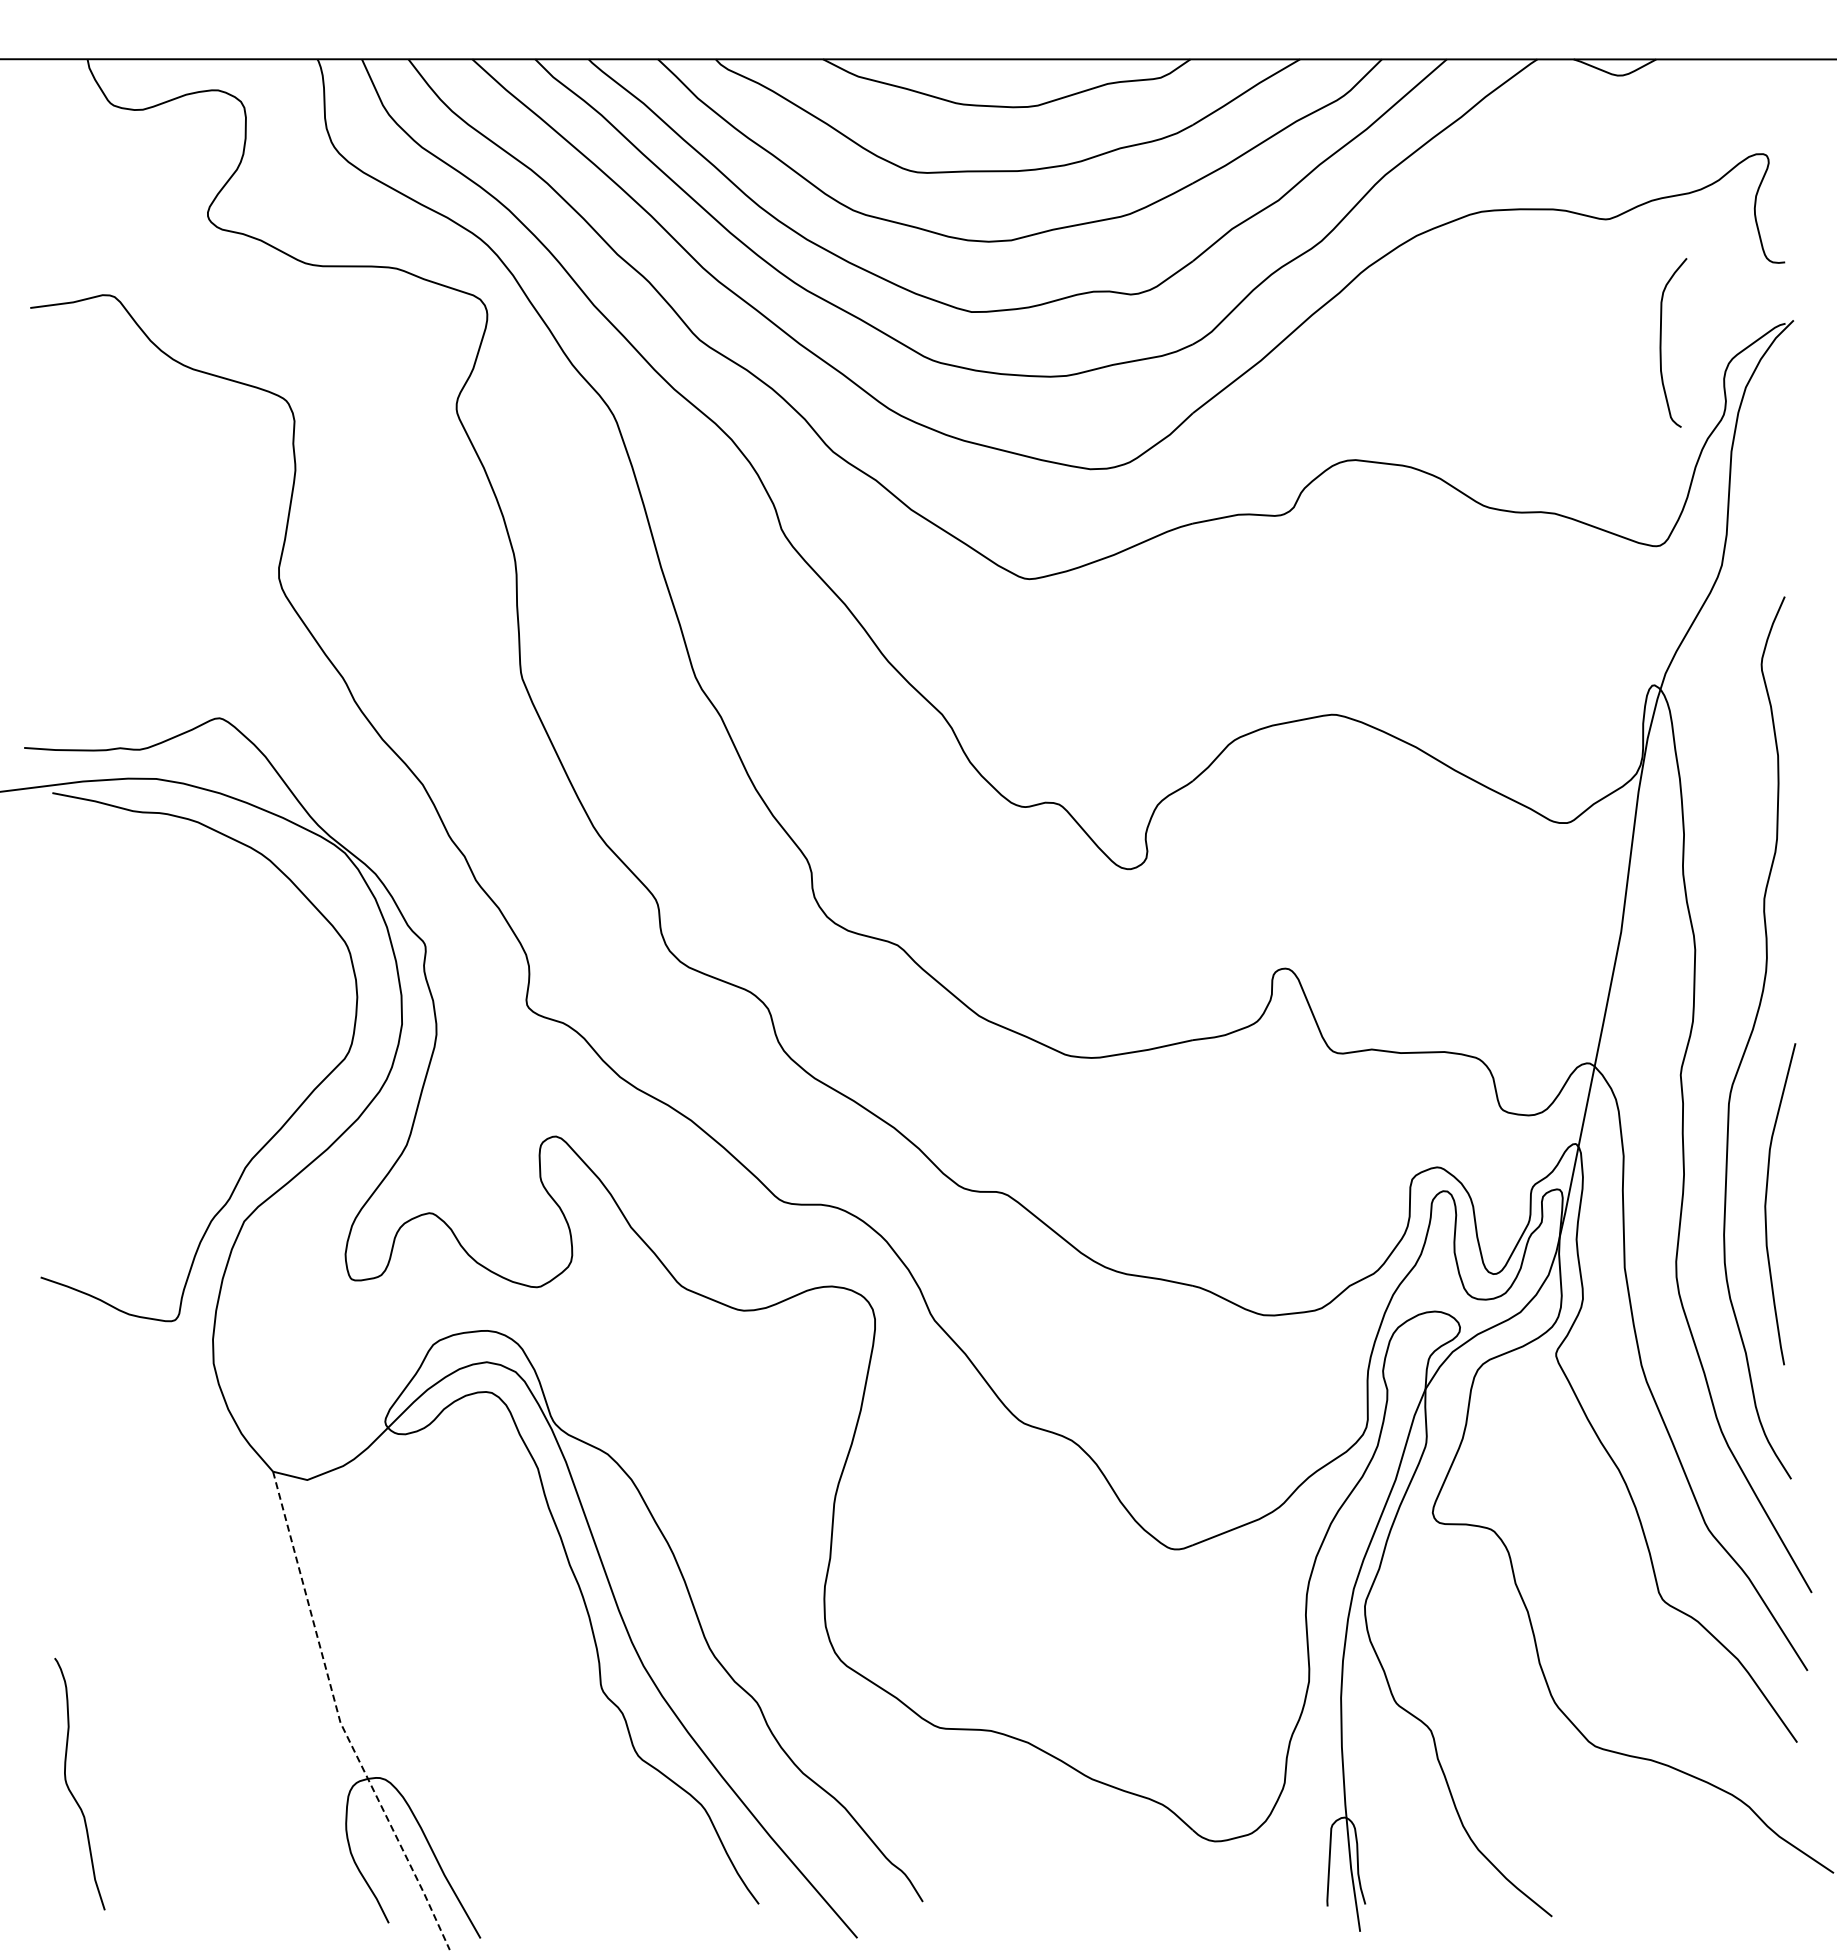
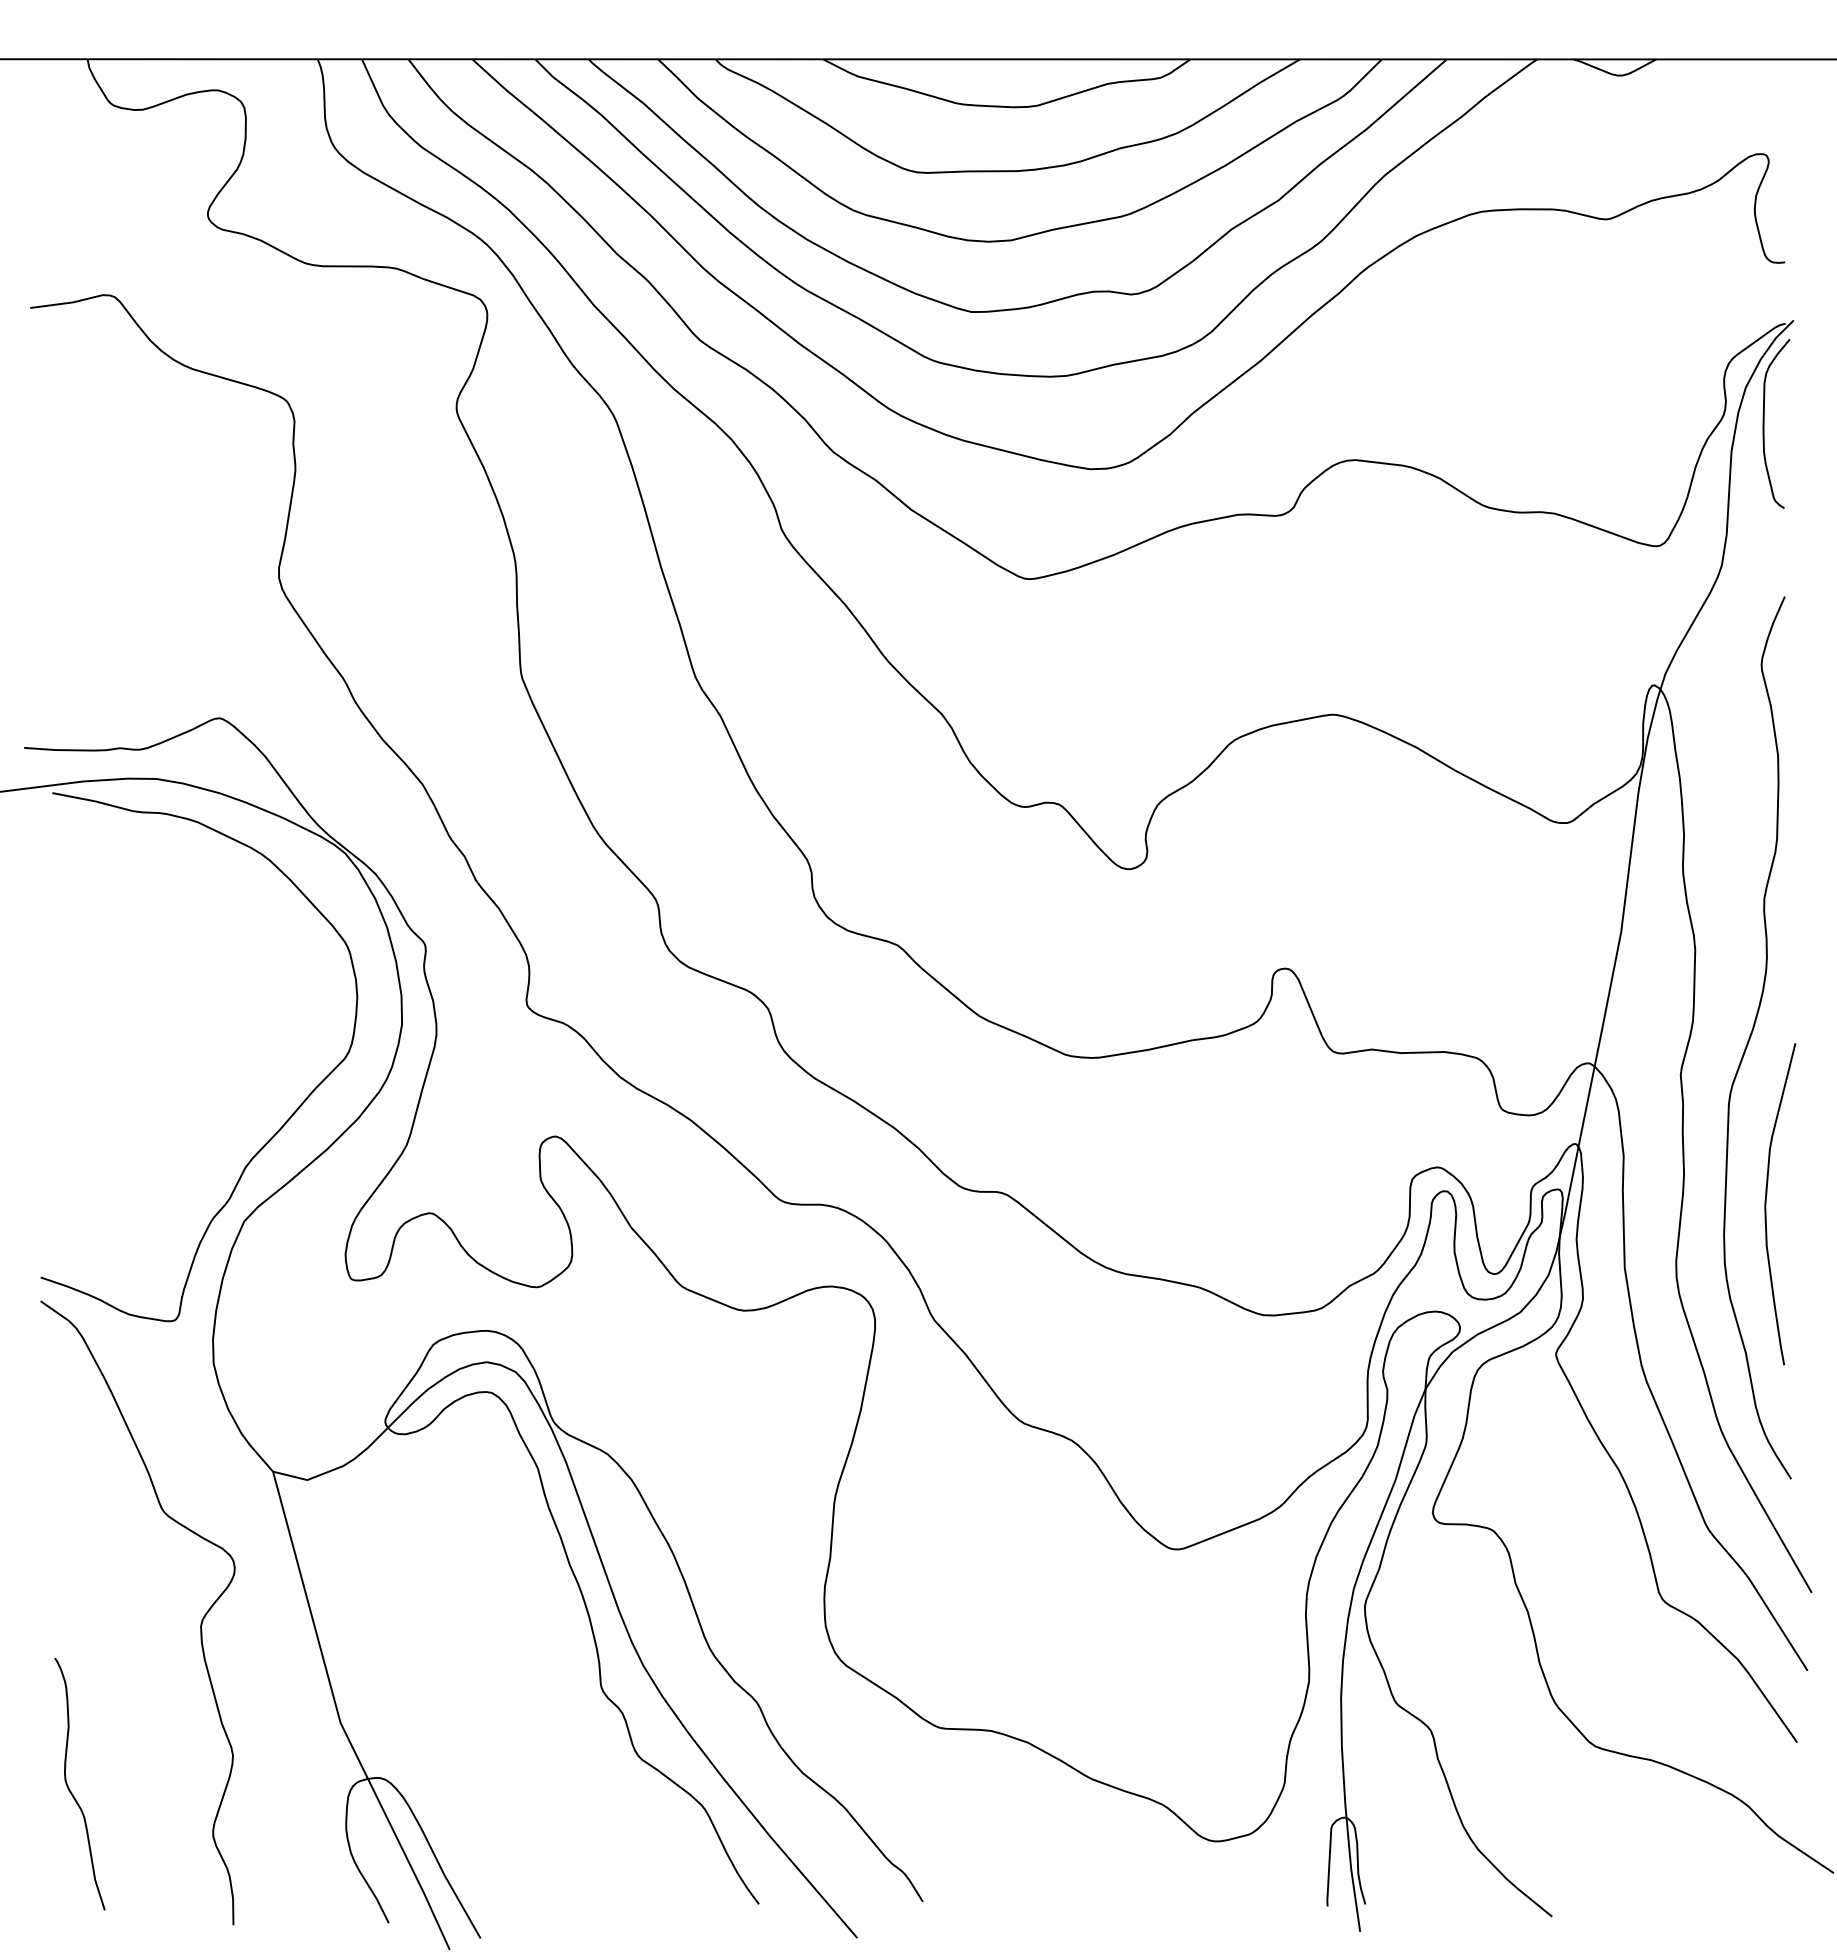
curve at (1661, 342) position: (1661, 342) -> (1764, 423)
curve at (200, 1623): none -> present
line at (339, 1720): dashed -> solid
